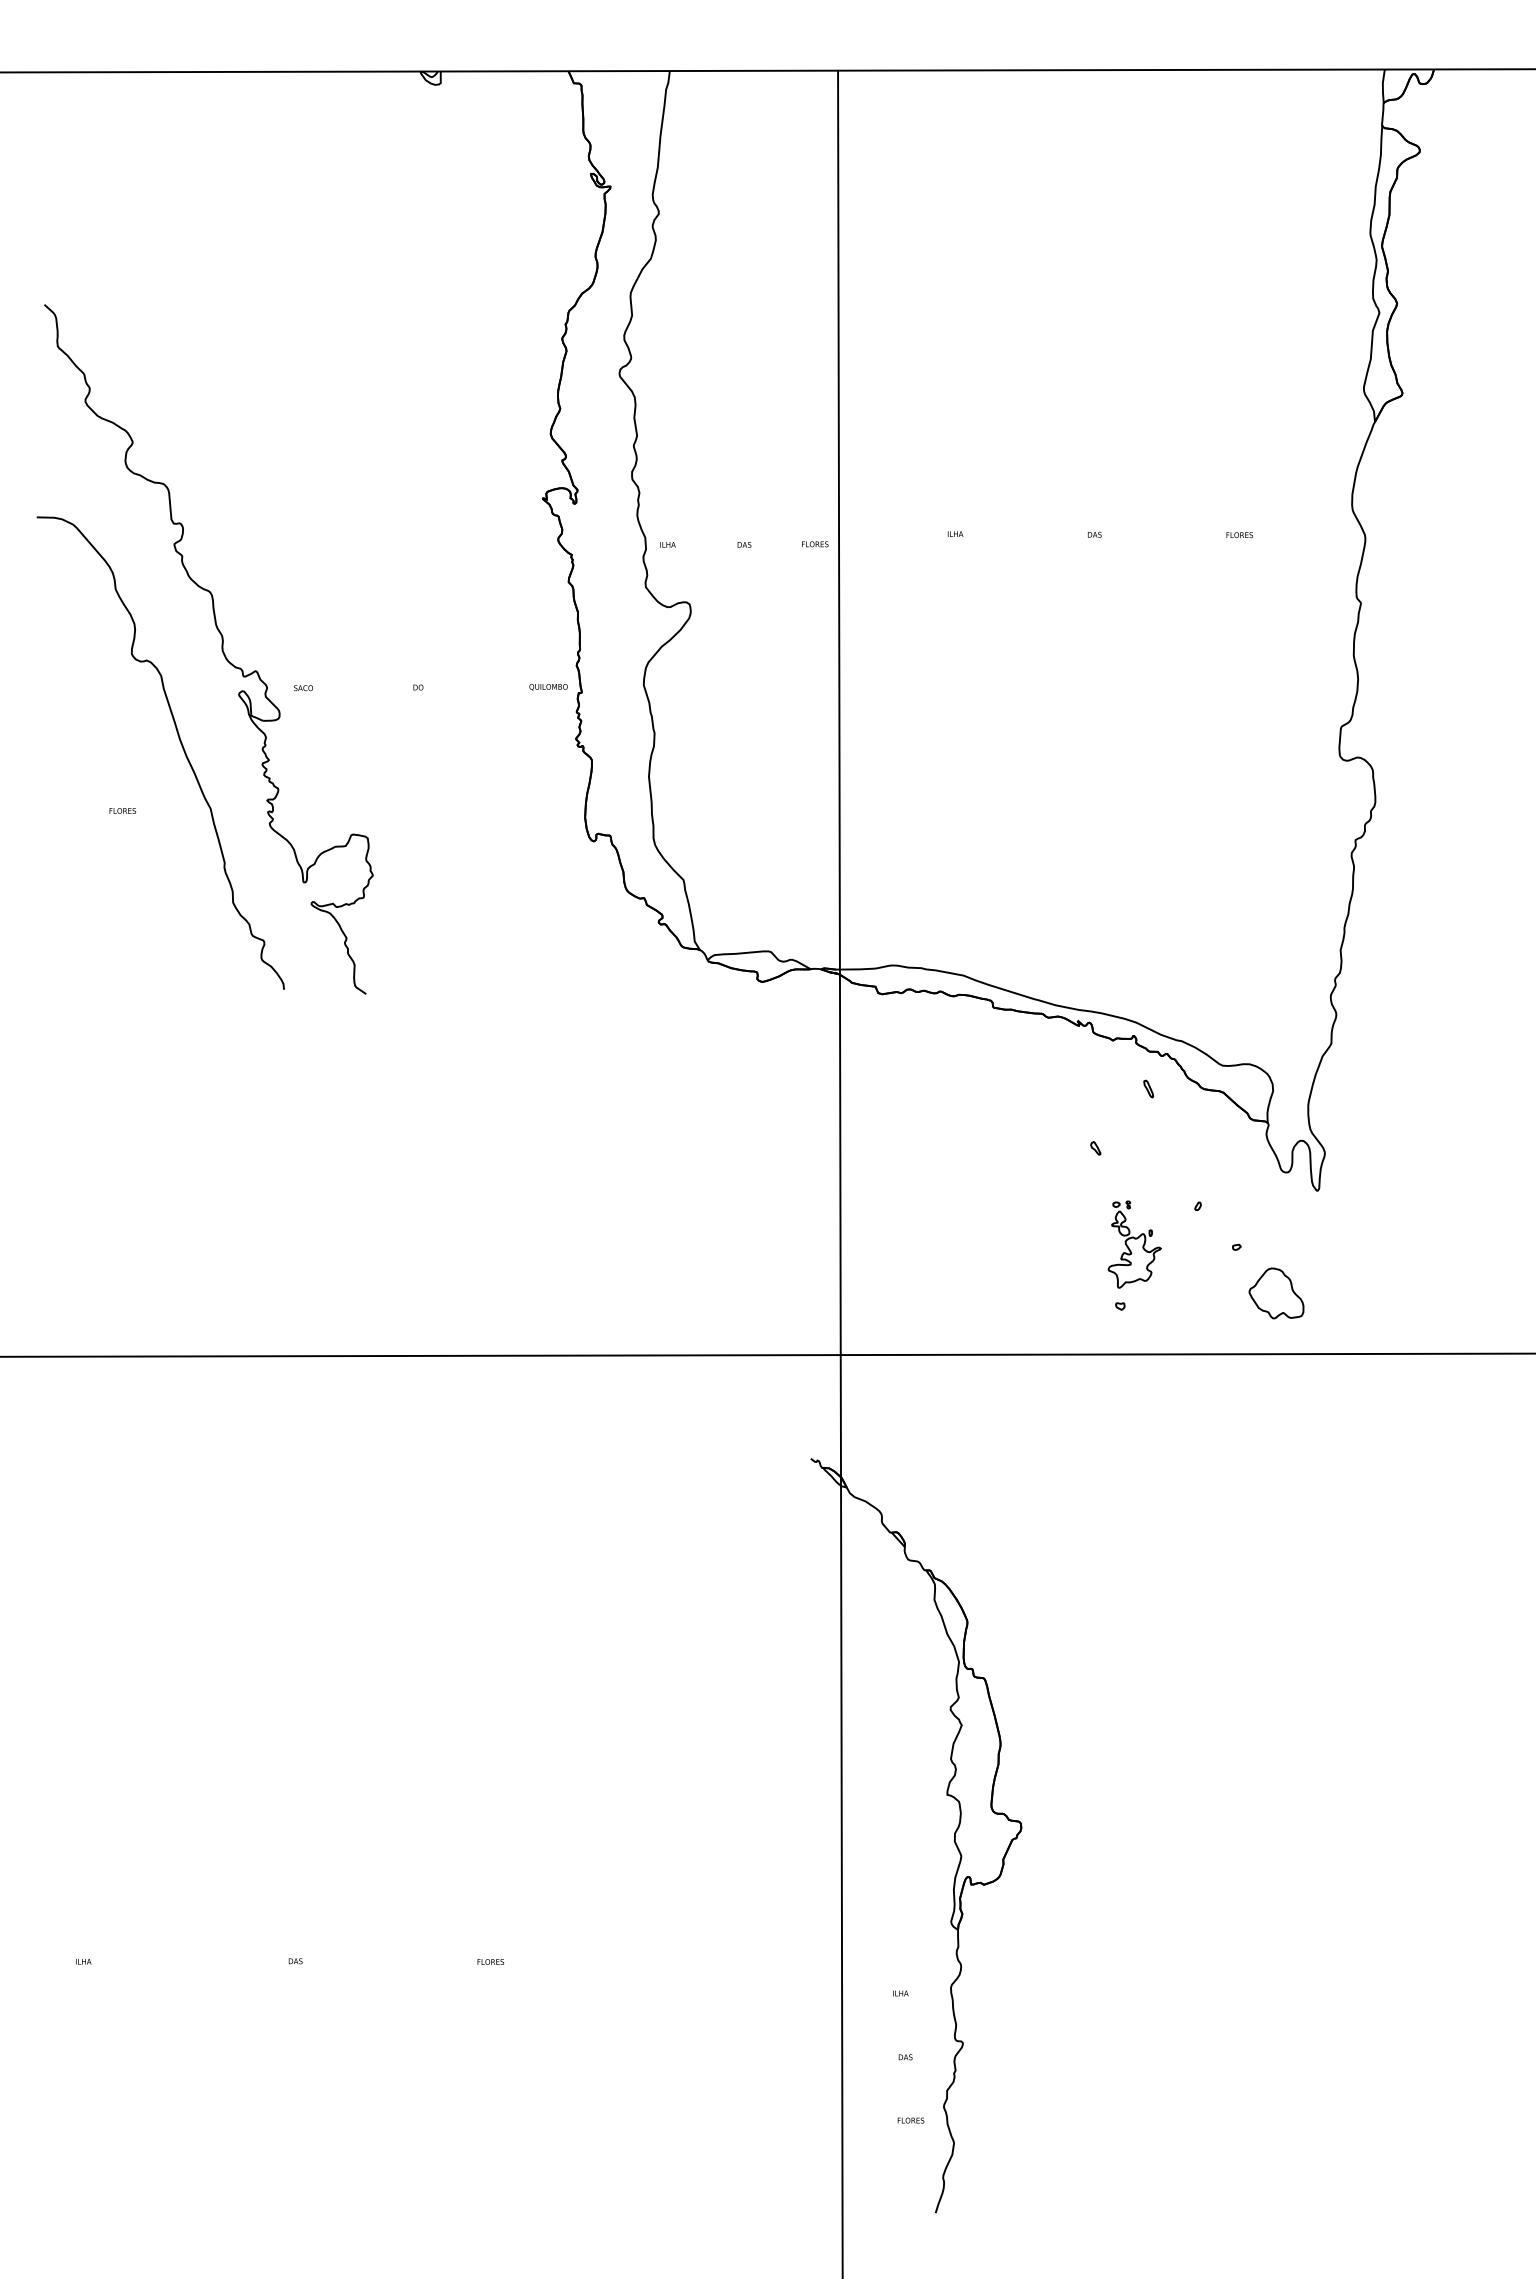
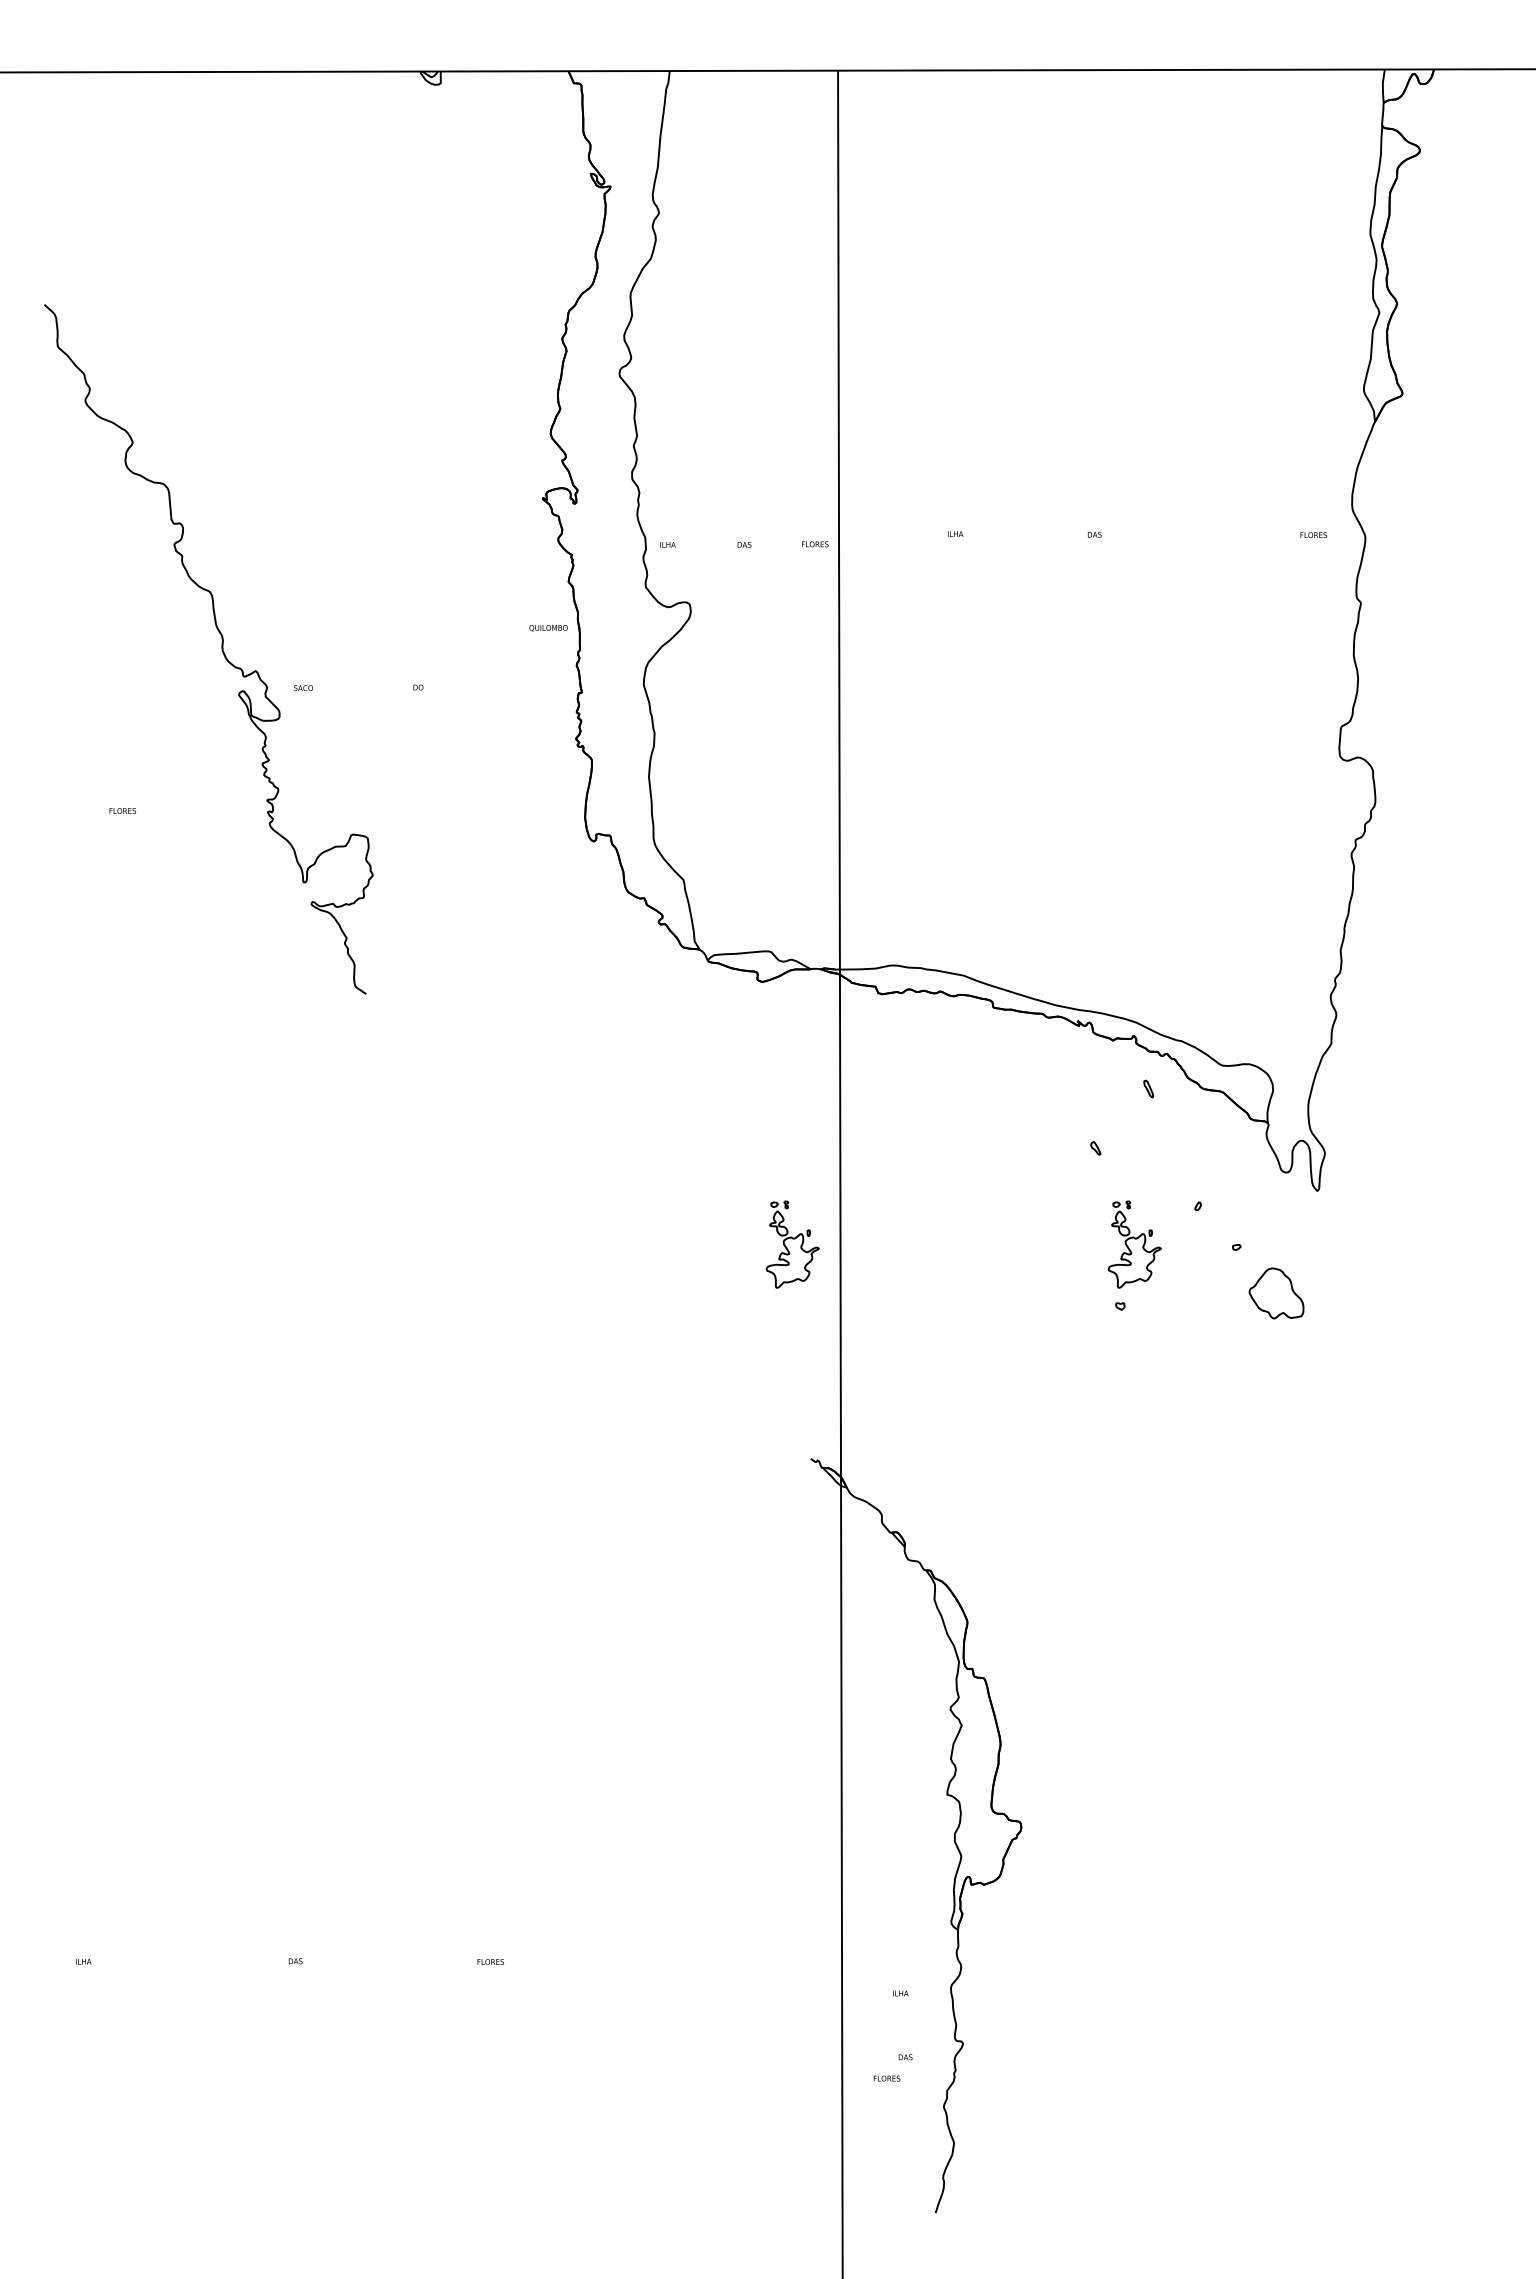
text at (1239, 534) position: (1239, 534) -> (1313, 534)
text at (548, 687) position: (548, 687) -> (548, 628)
curve at (181, 746): present -> none
part at (792, 1244): none -> present
line at (767, 1354): present -> none
text at (910, 2120) position: (910, 2120) -> (886, 2078)
